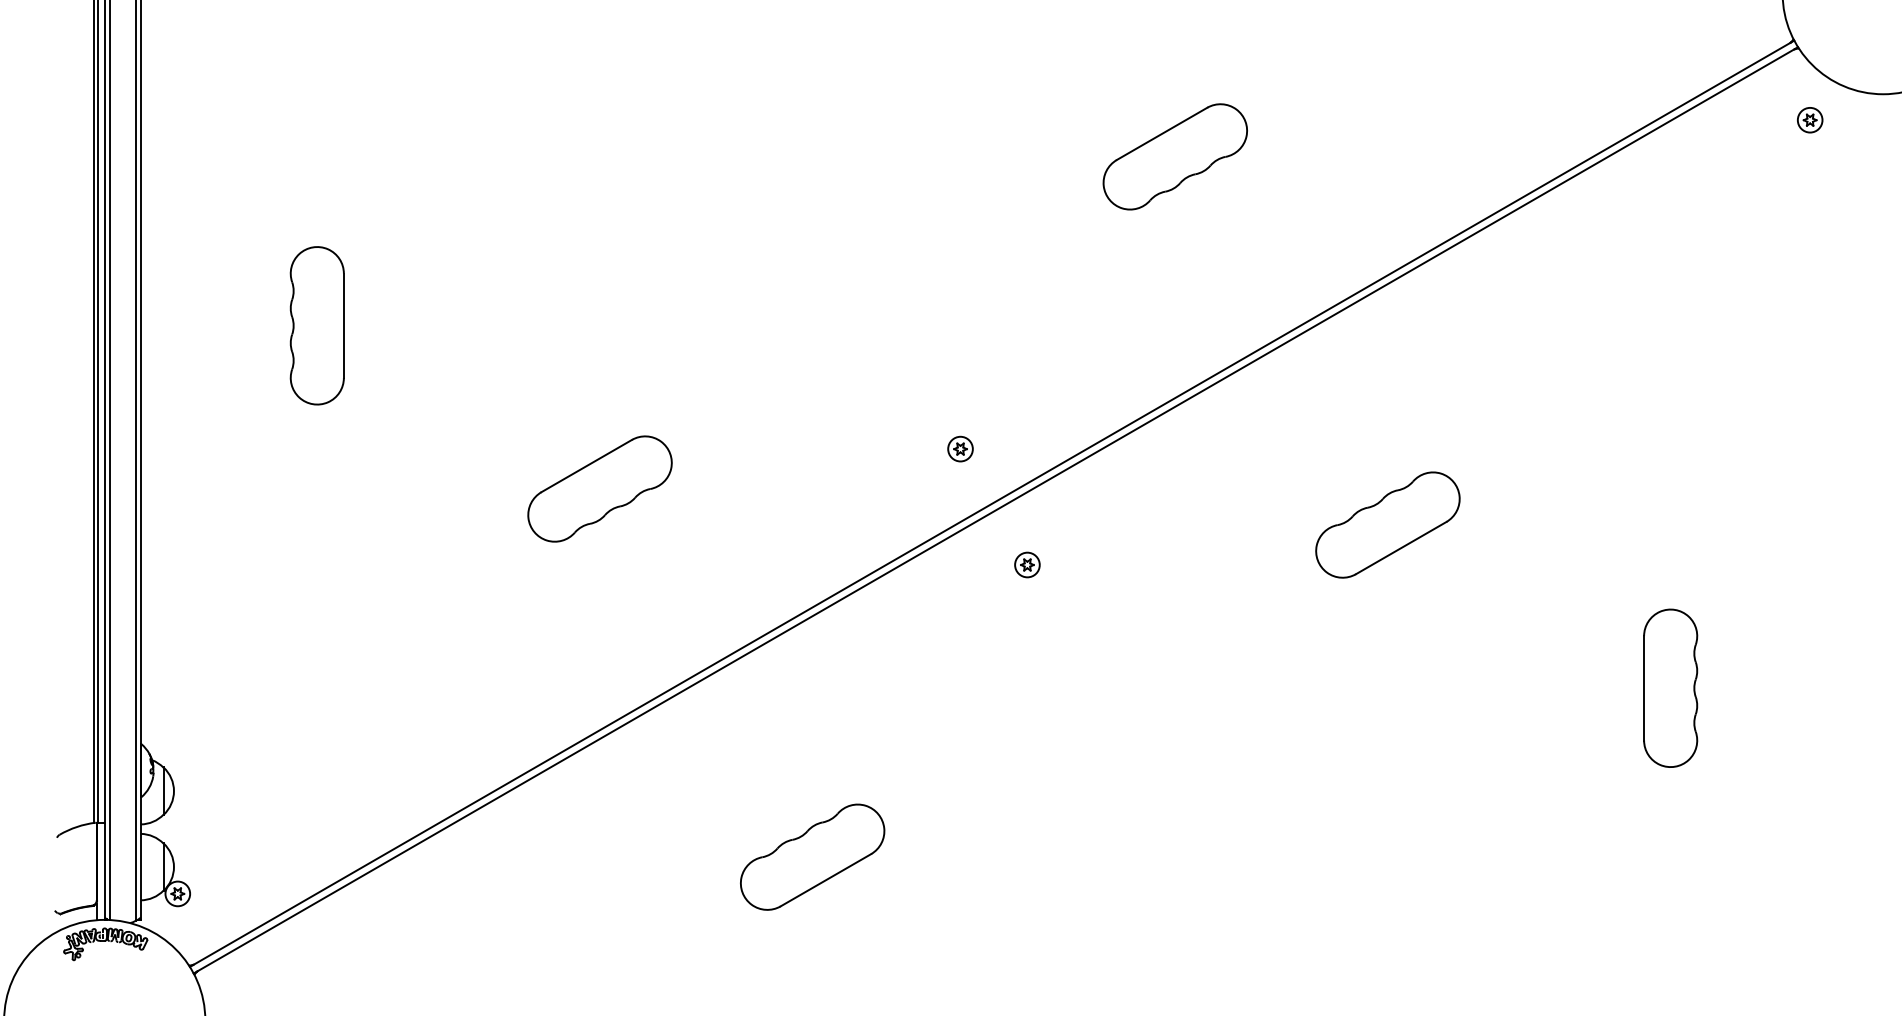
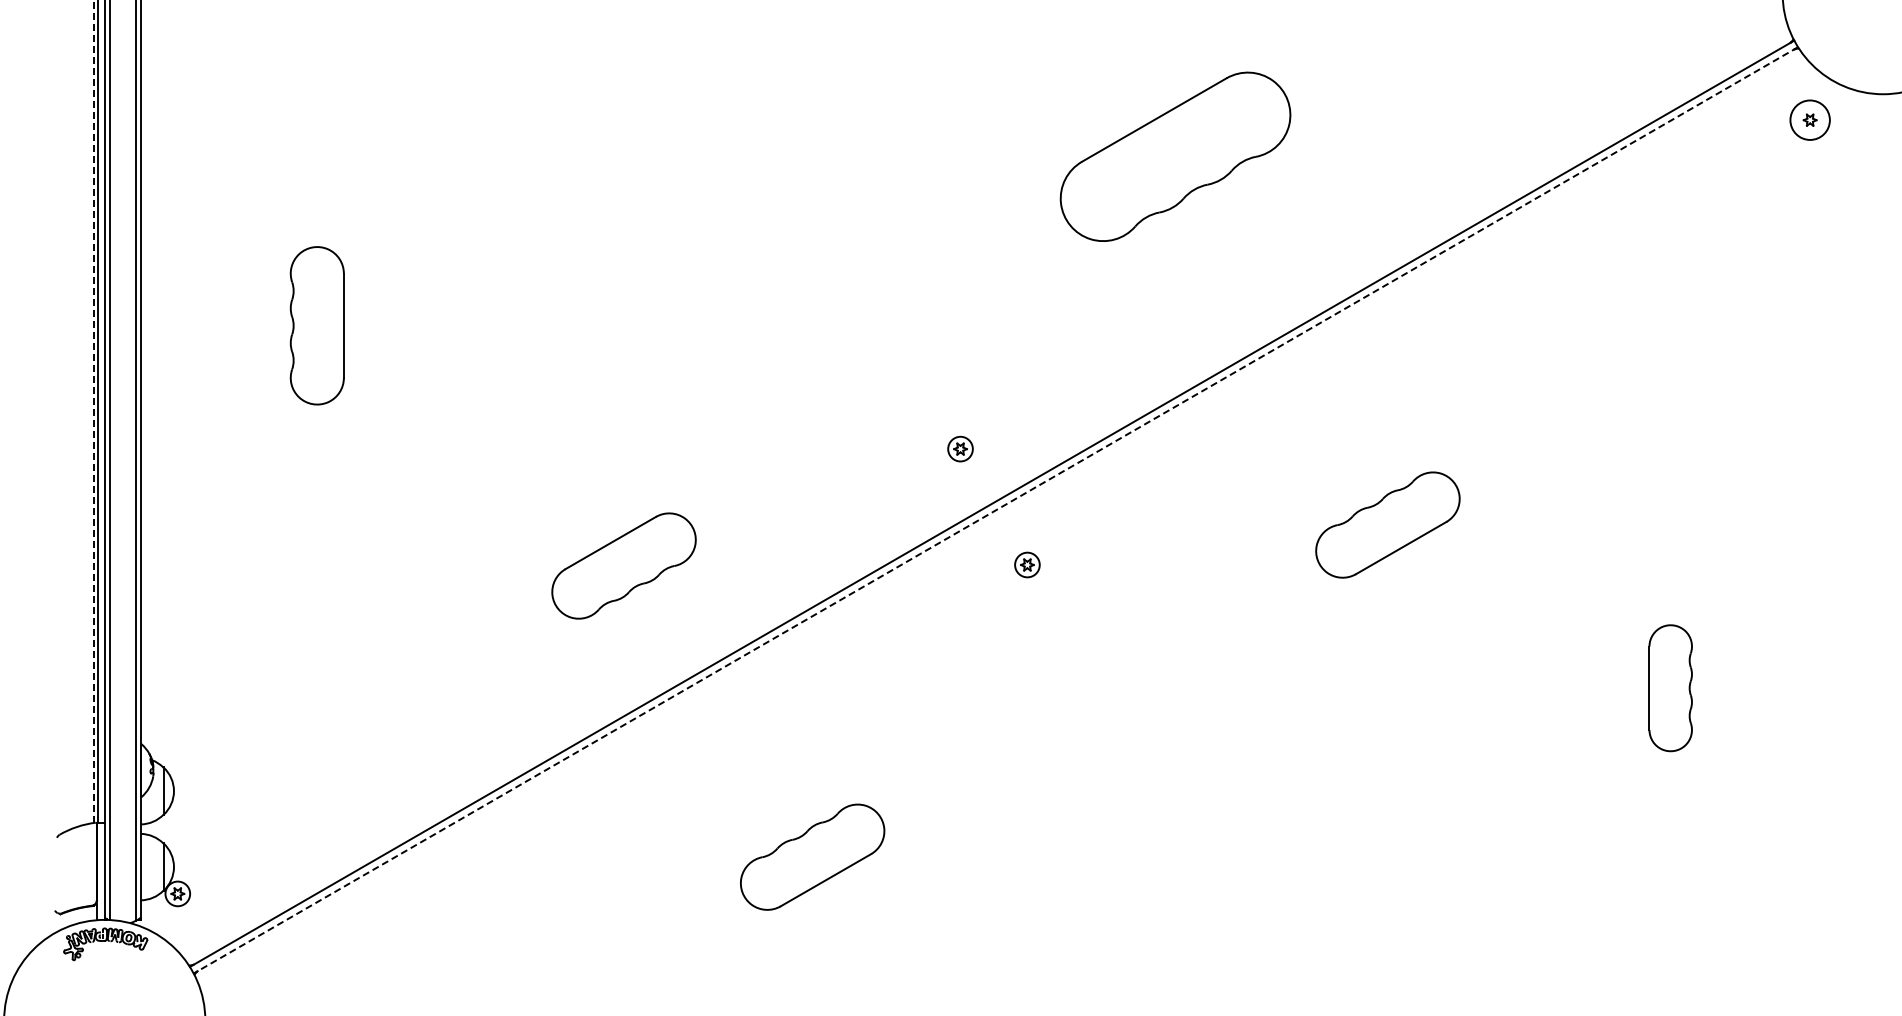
circle at (1809, 119) diameter: 25 px -> 39 px
part at (1174, 156) size: 146x108 px -> 233x171 px
line at (93, 411): solid -> dashed
part at (599, 488) position: (599, 488) -> (623, 565)
line at (995, 510): solid -> dashed
part at (1670, 687) size: 56x160 px -> 45x129 px
